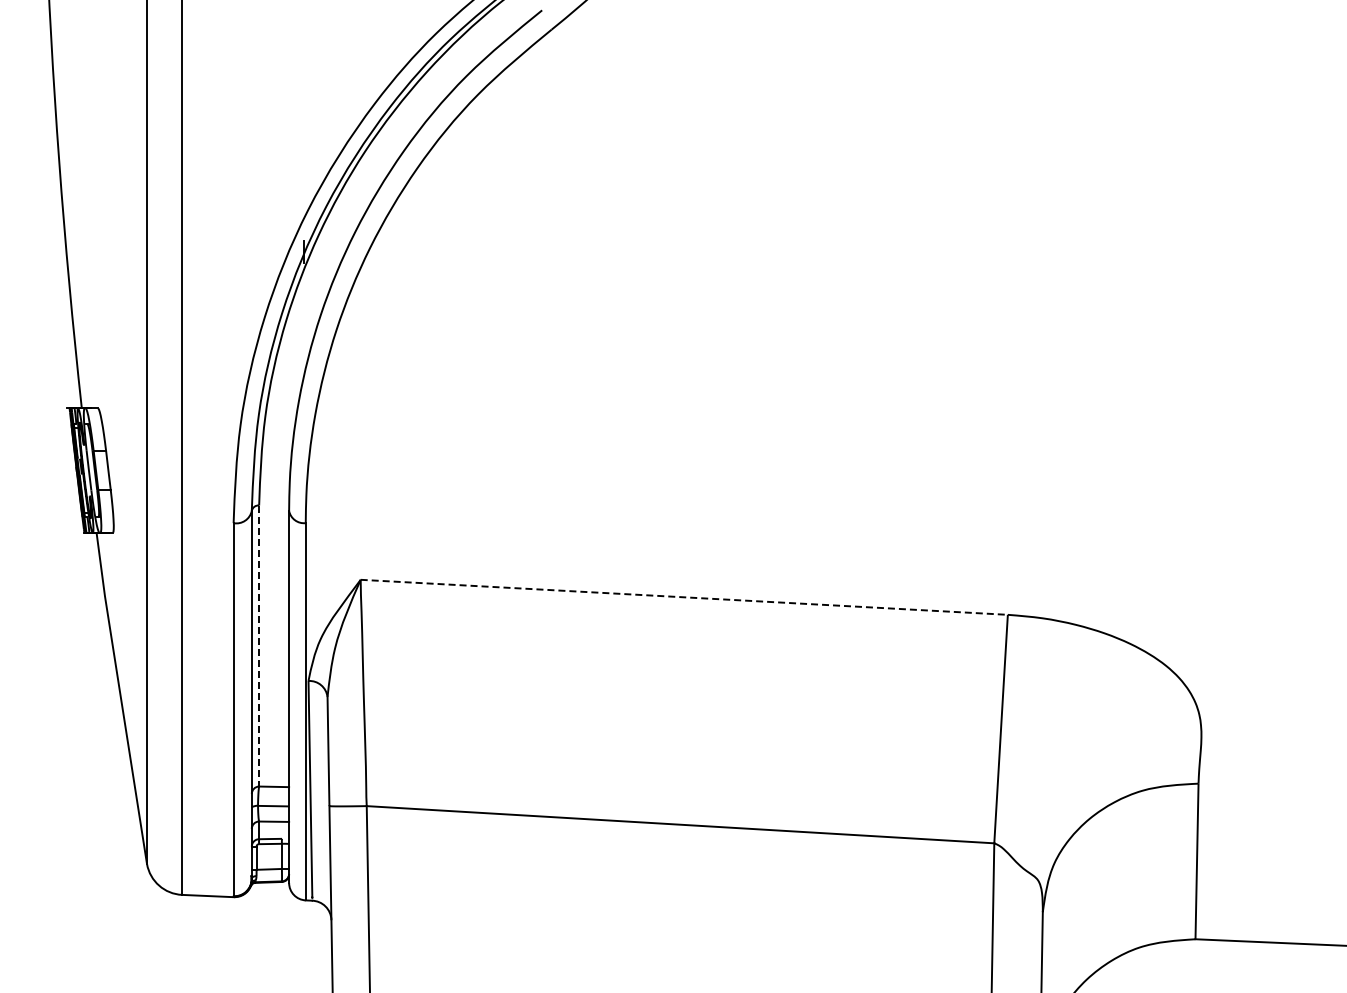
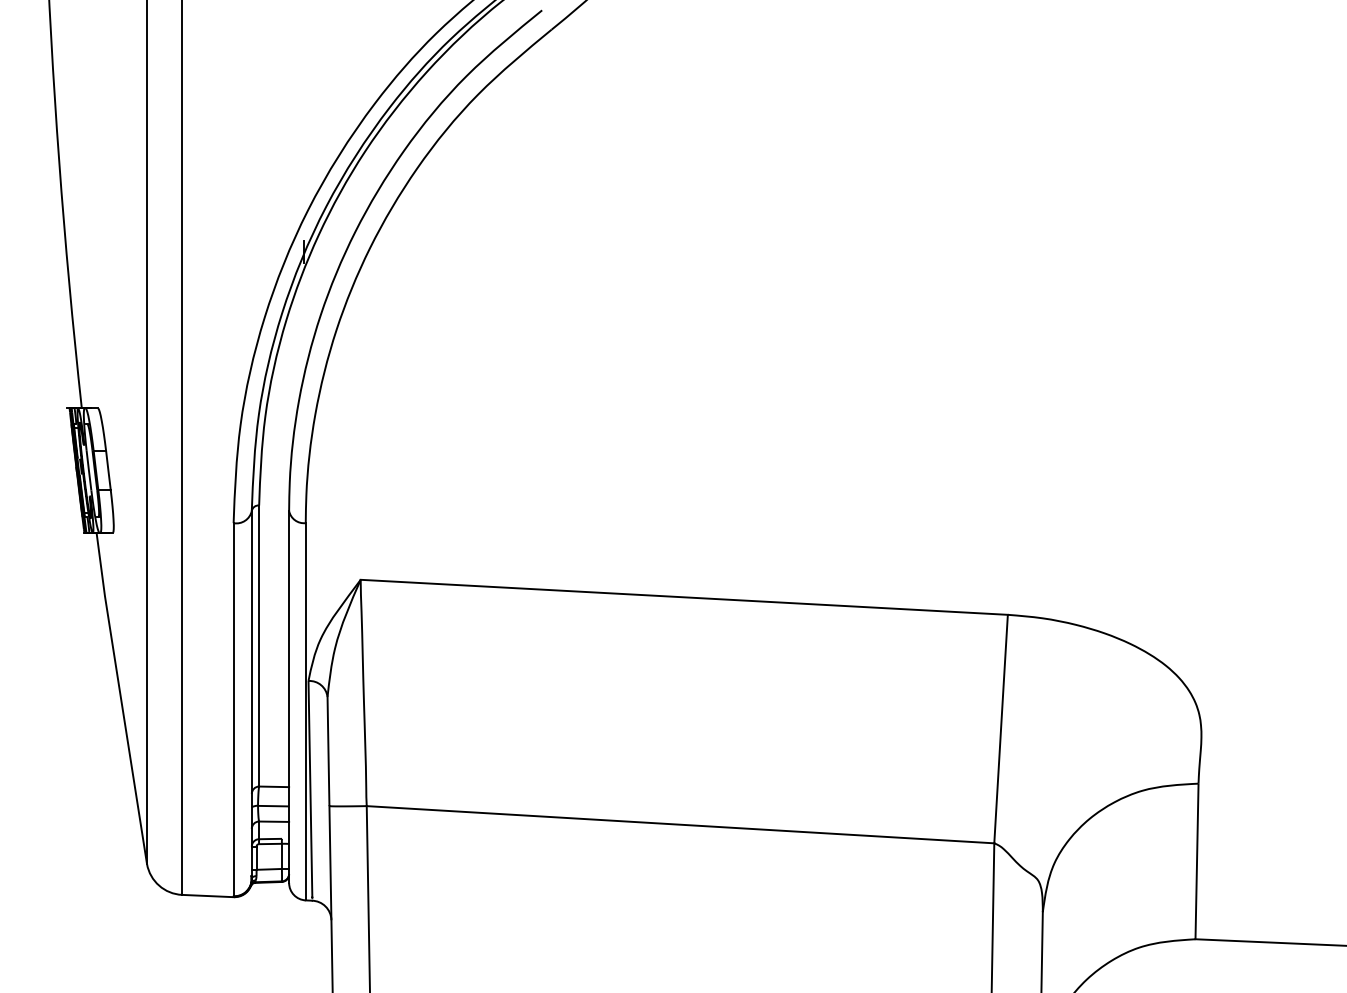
line at (684, 597): dashed -> solid
line at (259, 646): dashed -> solid
